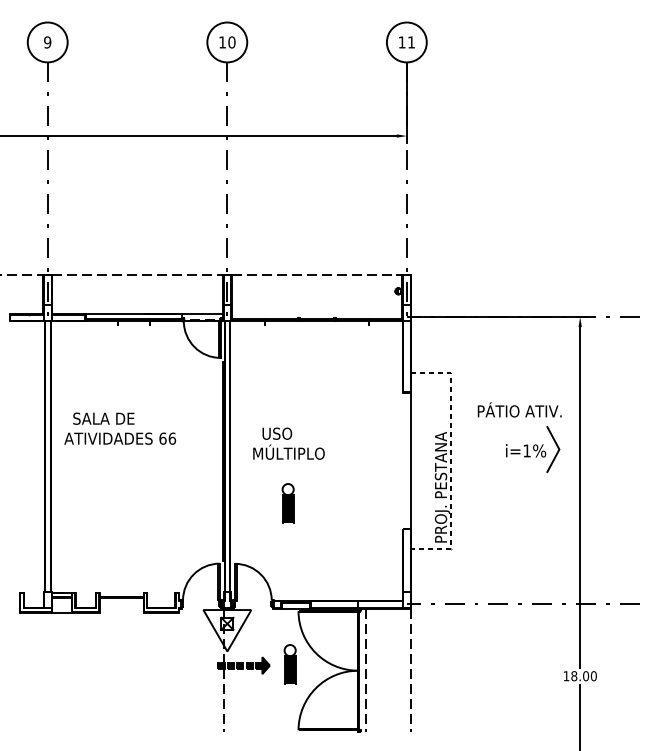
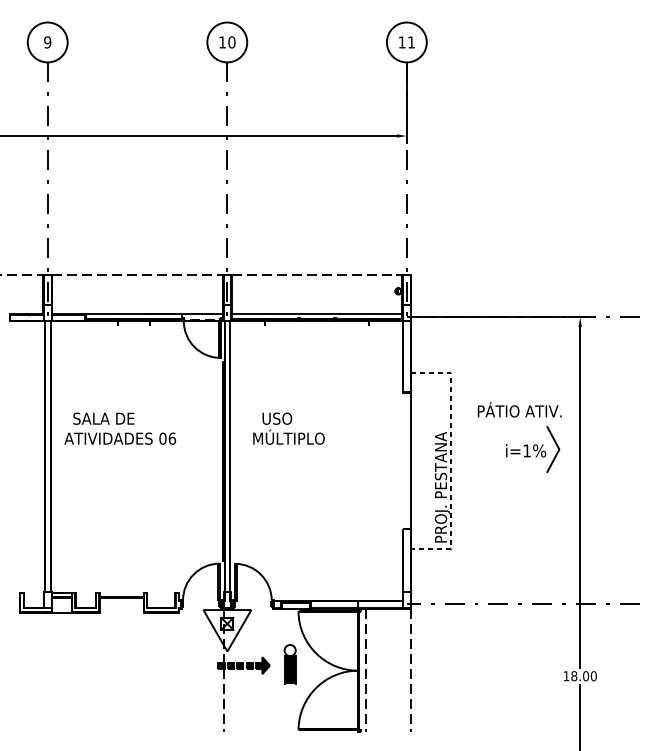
line at (316, 314): none -> present
text at (162, 438): 66 -> 06
text at (288, 443) position: (288, 443) -> (288, 428)
part at (287, 503): present -> none
